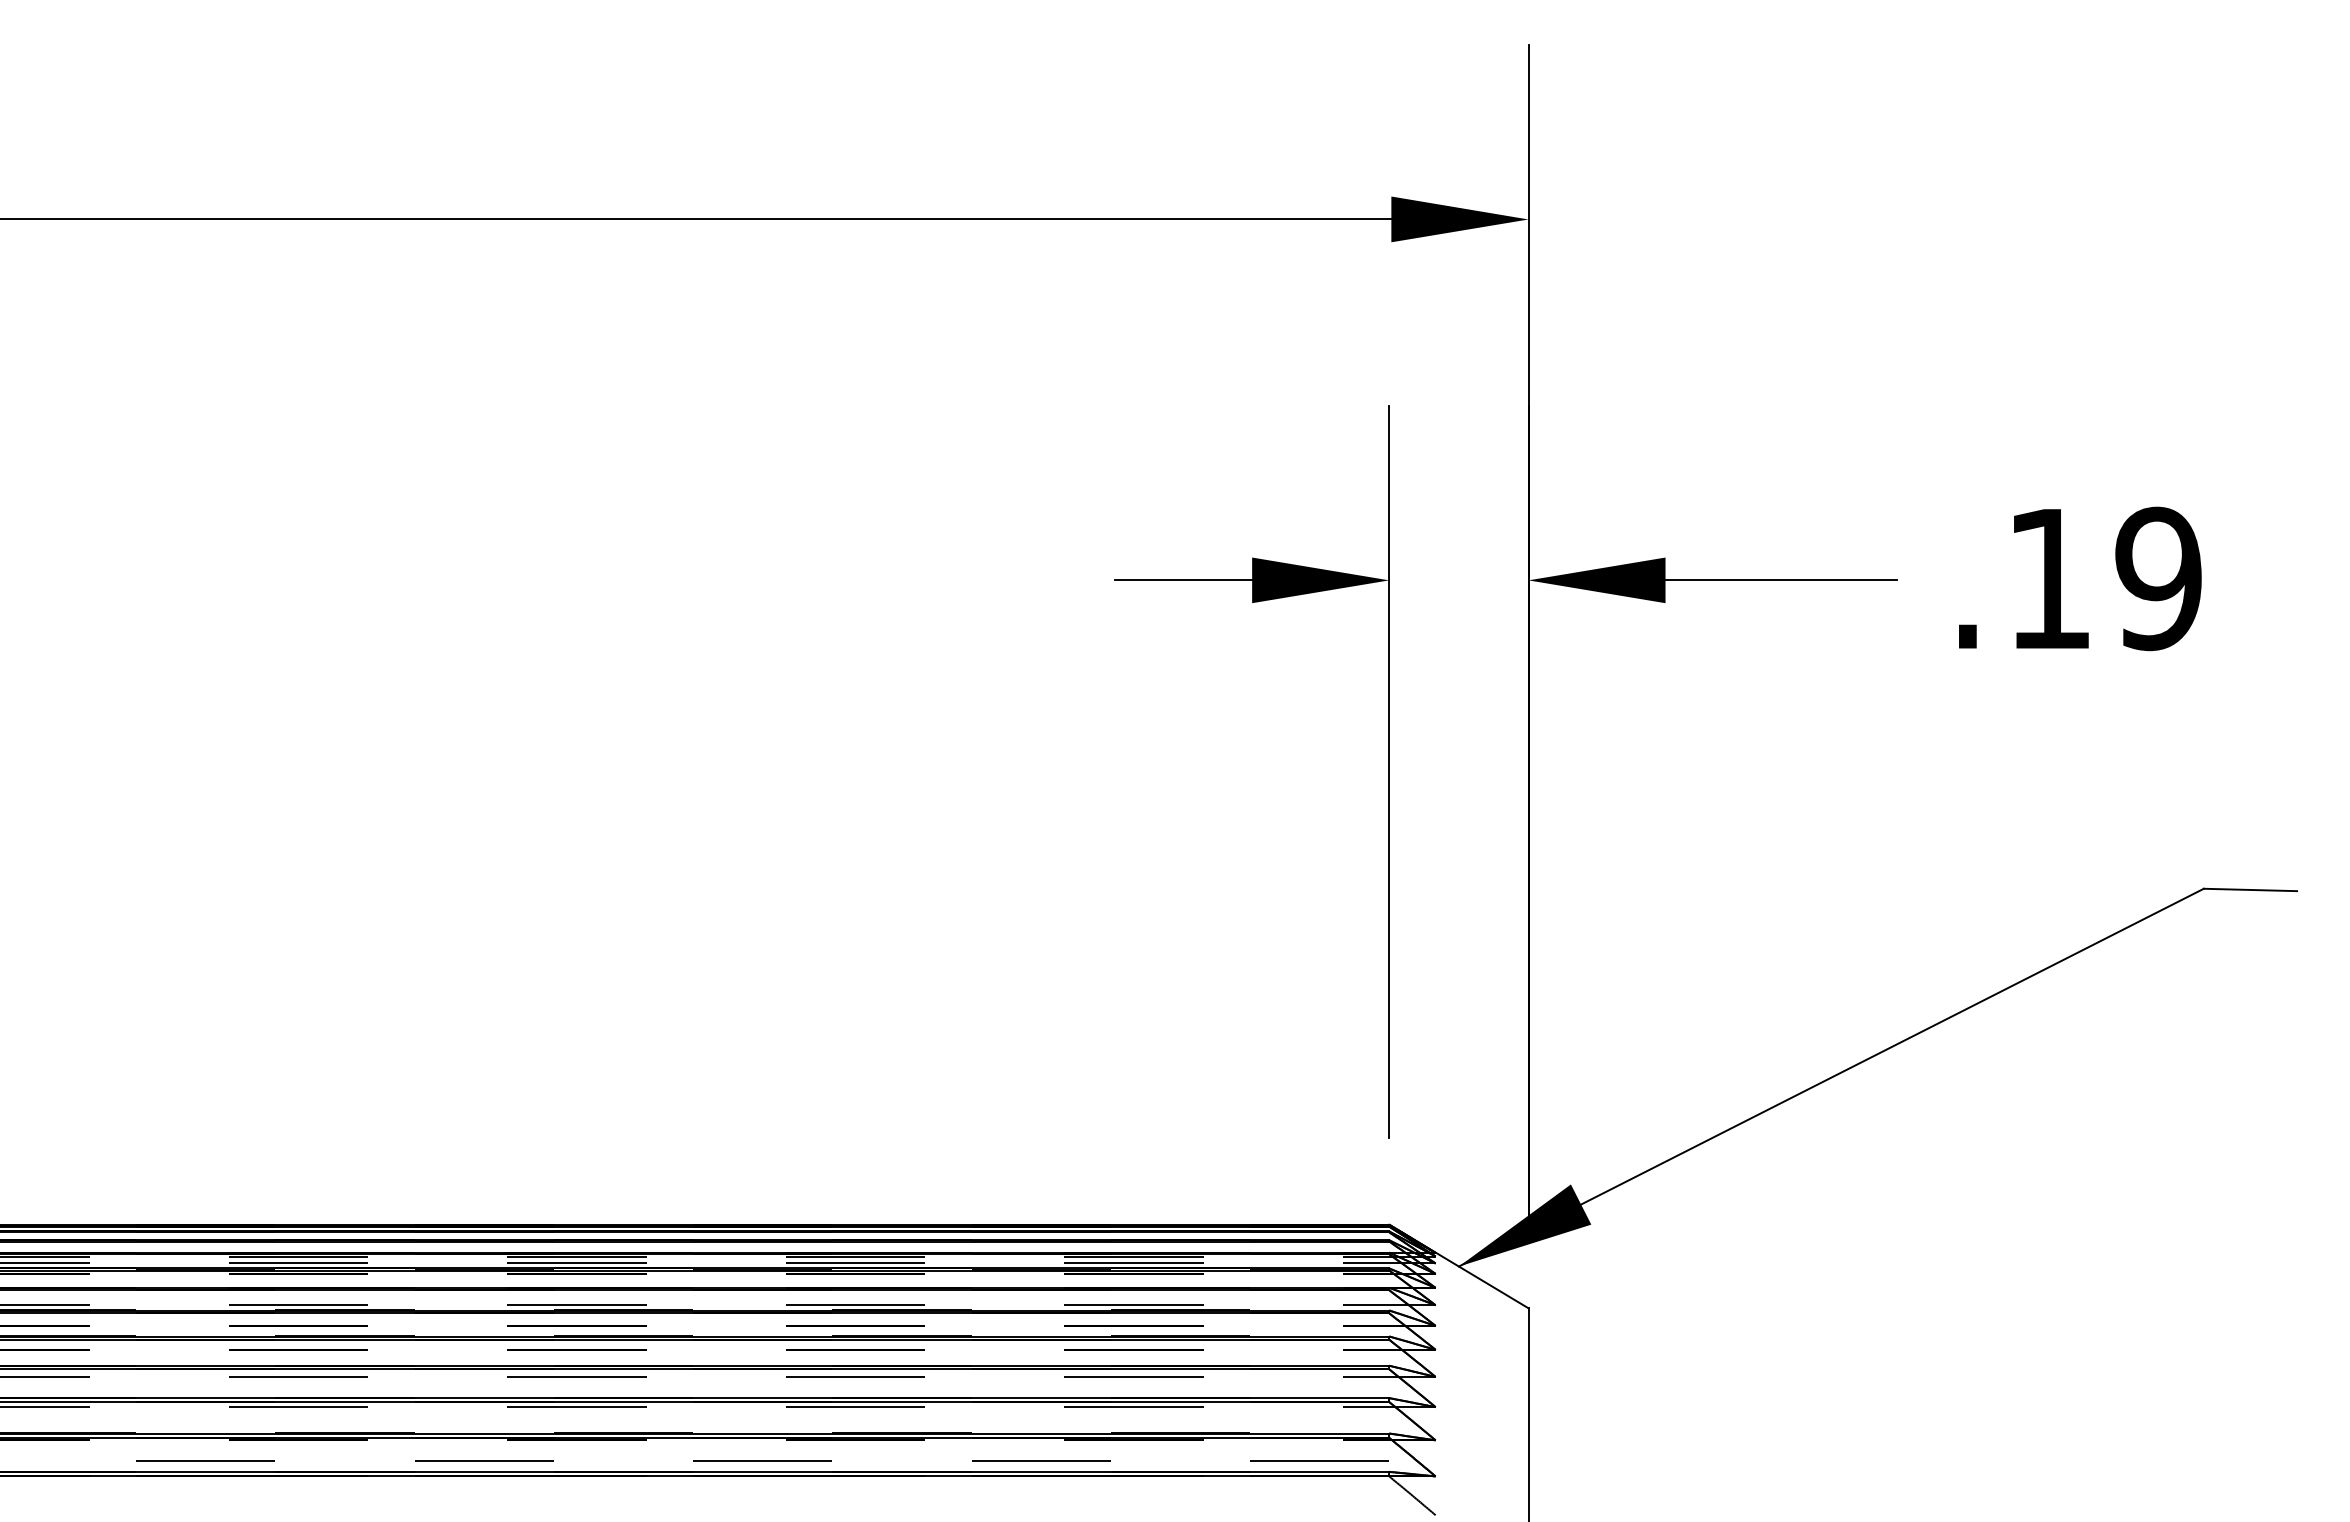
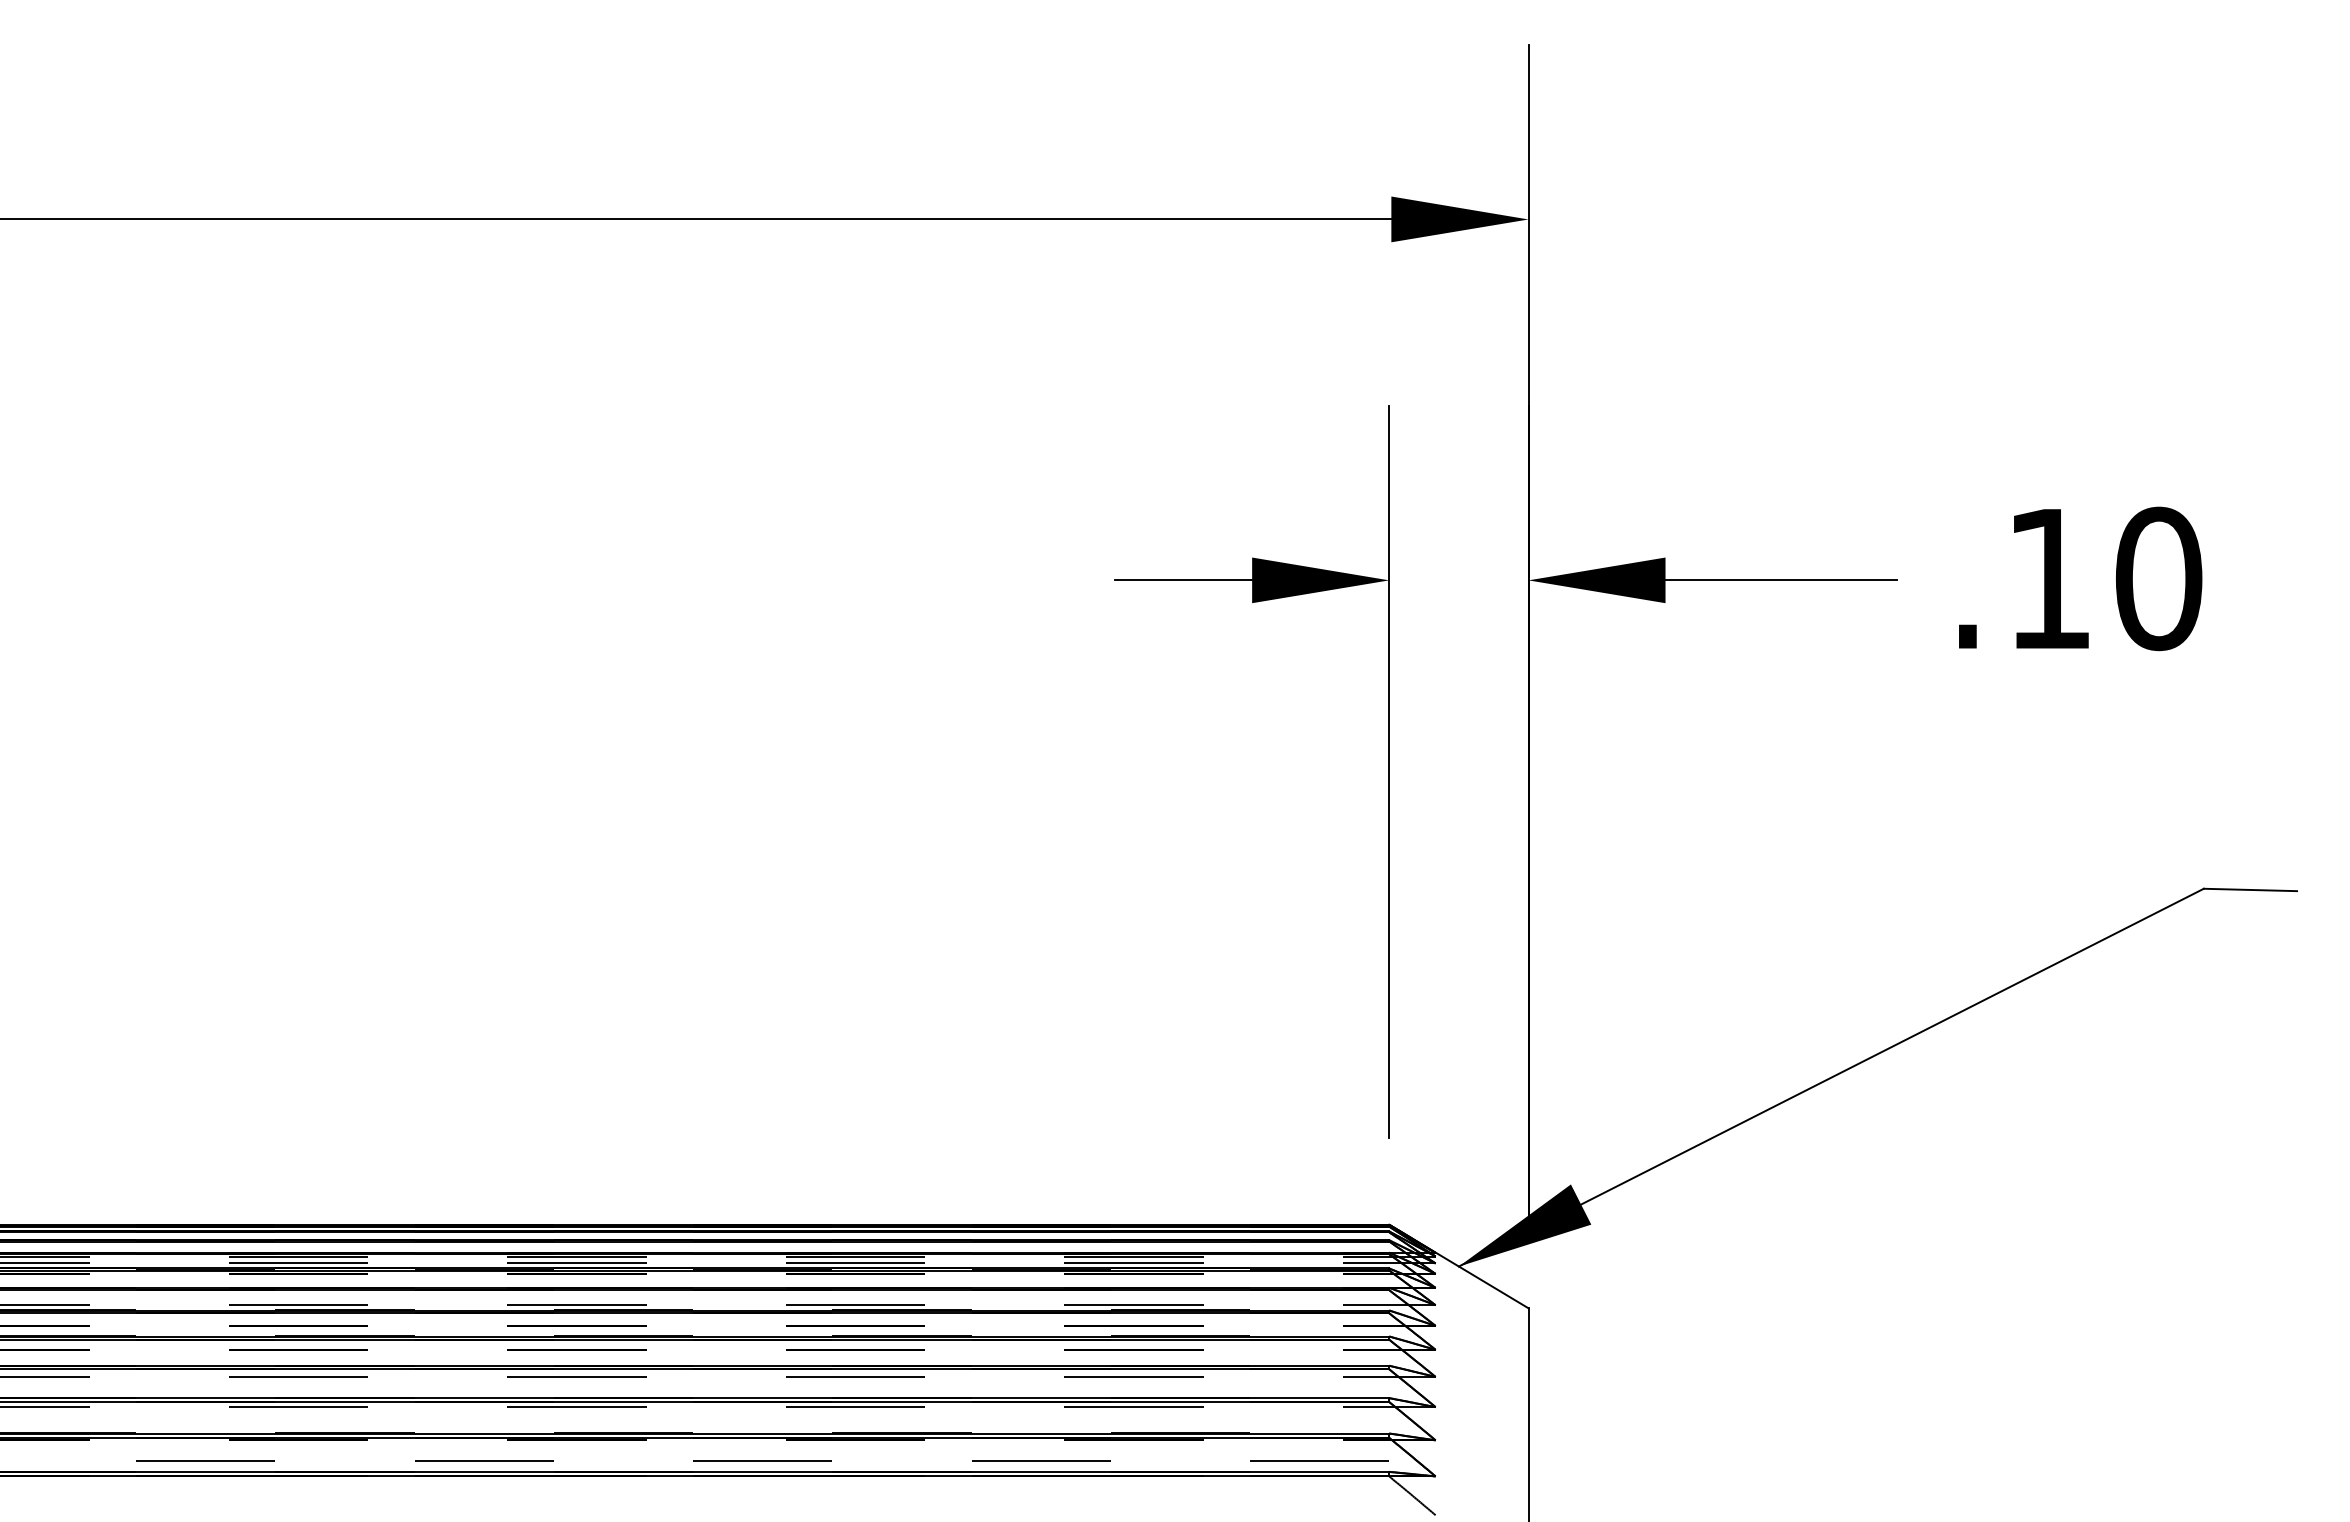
text at (2158, 578): .19 -> .10
